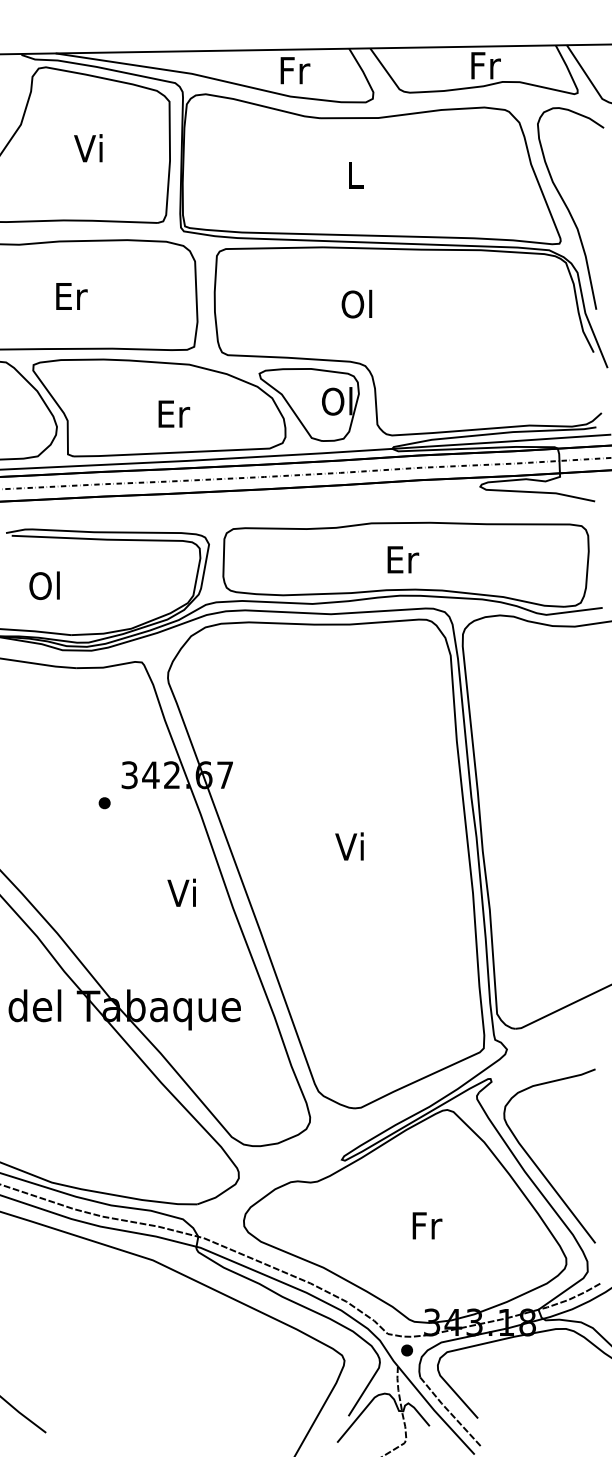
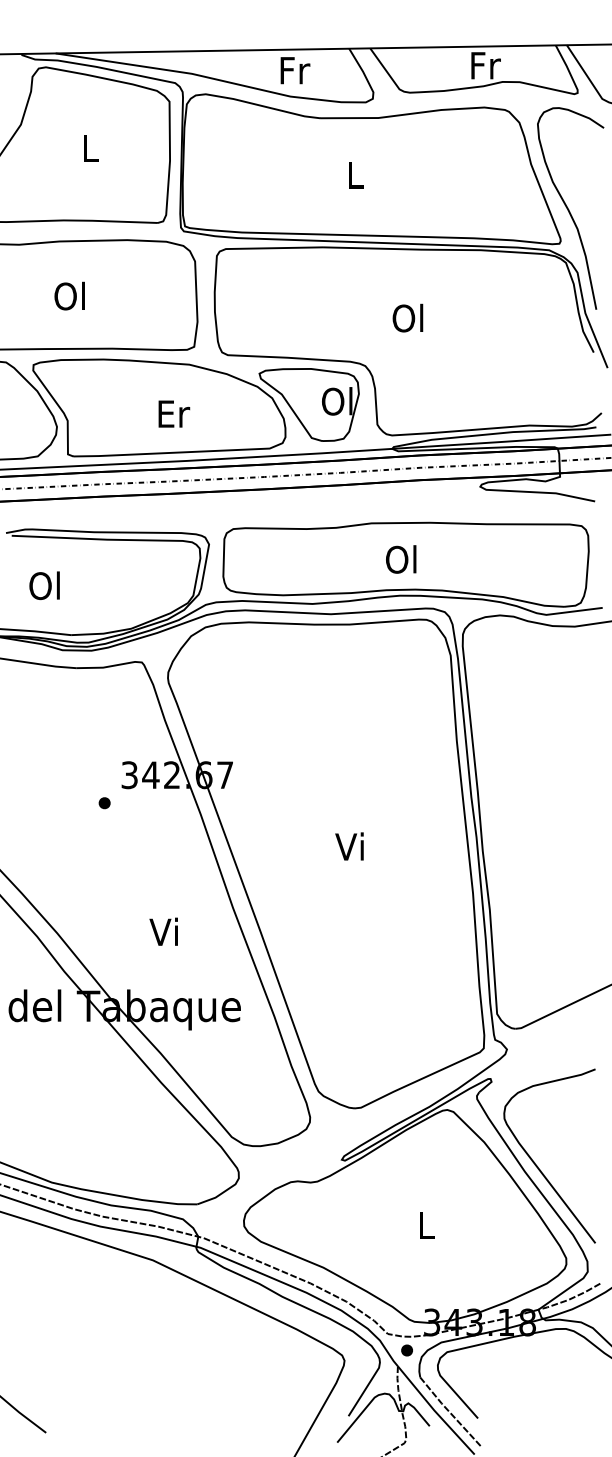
text at (88, 148): Vi -> L
text at (70, 295): Er -> Ol
text at (356, 303) position: (356, 303) -> (407, 317)
text at (402, 559): Er -> Ol
text at (181, 892) position: (181, 892) -> (163, 931)
text at (427, 1225): Fr -> L
